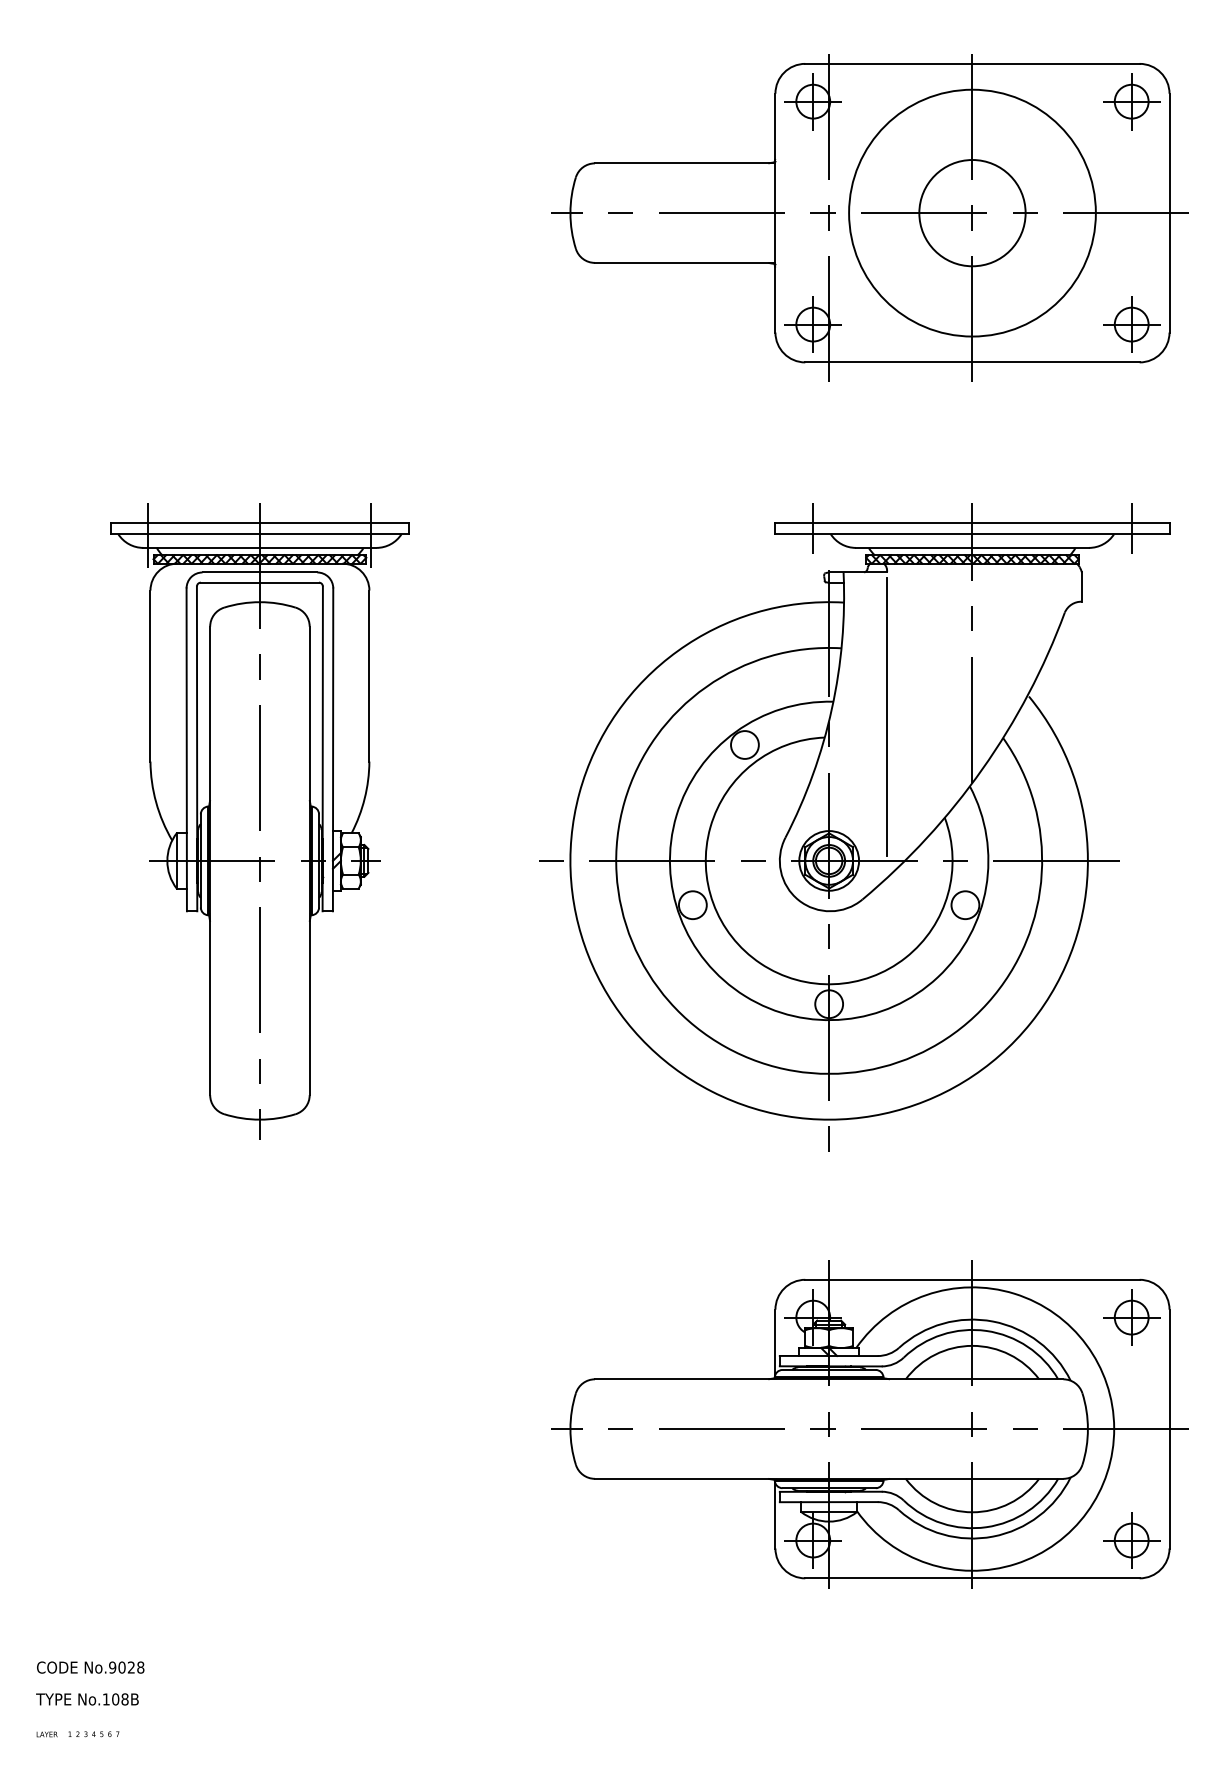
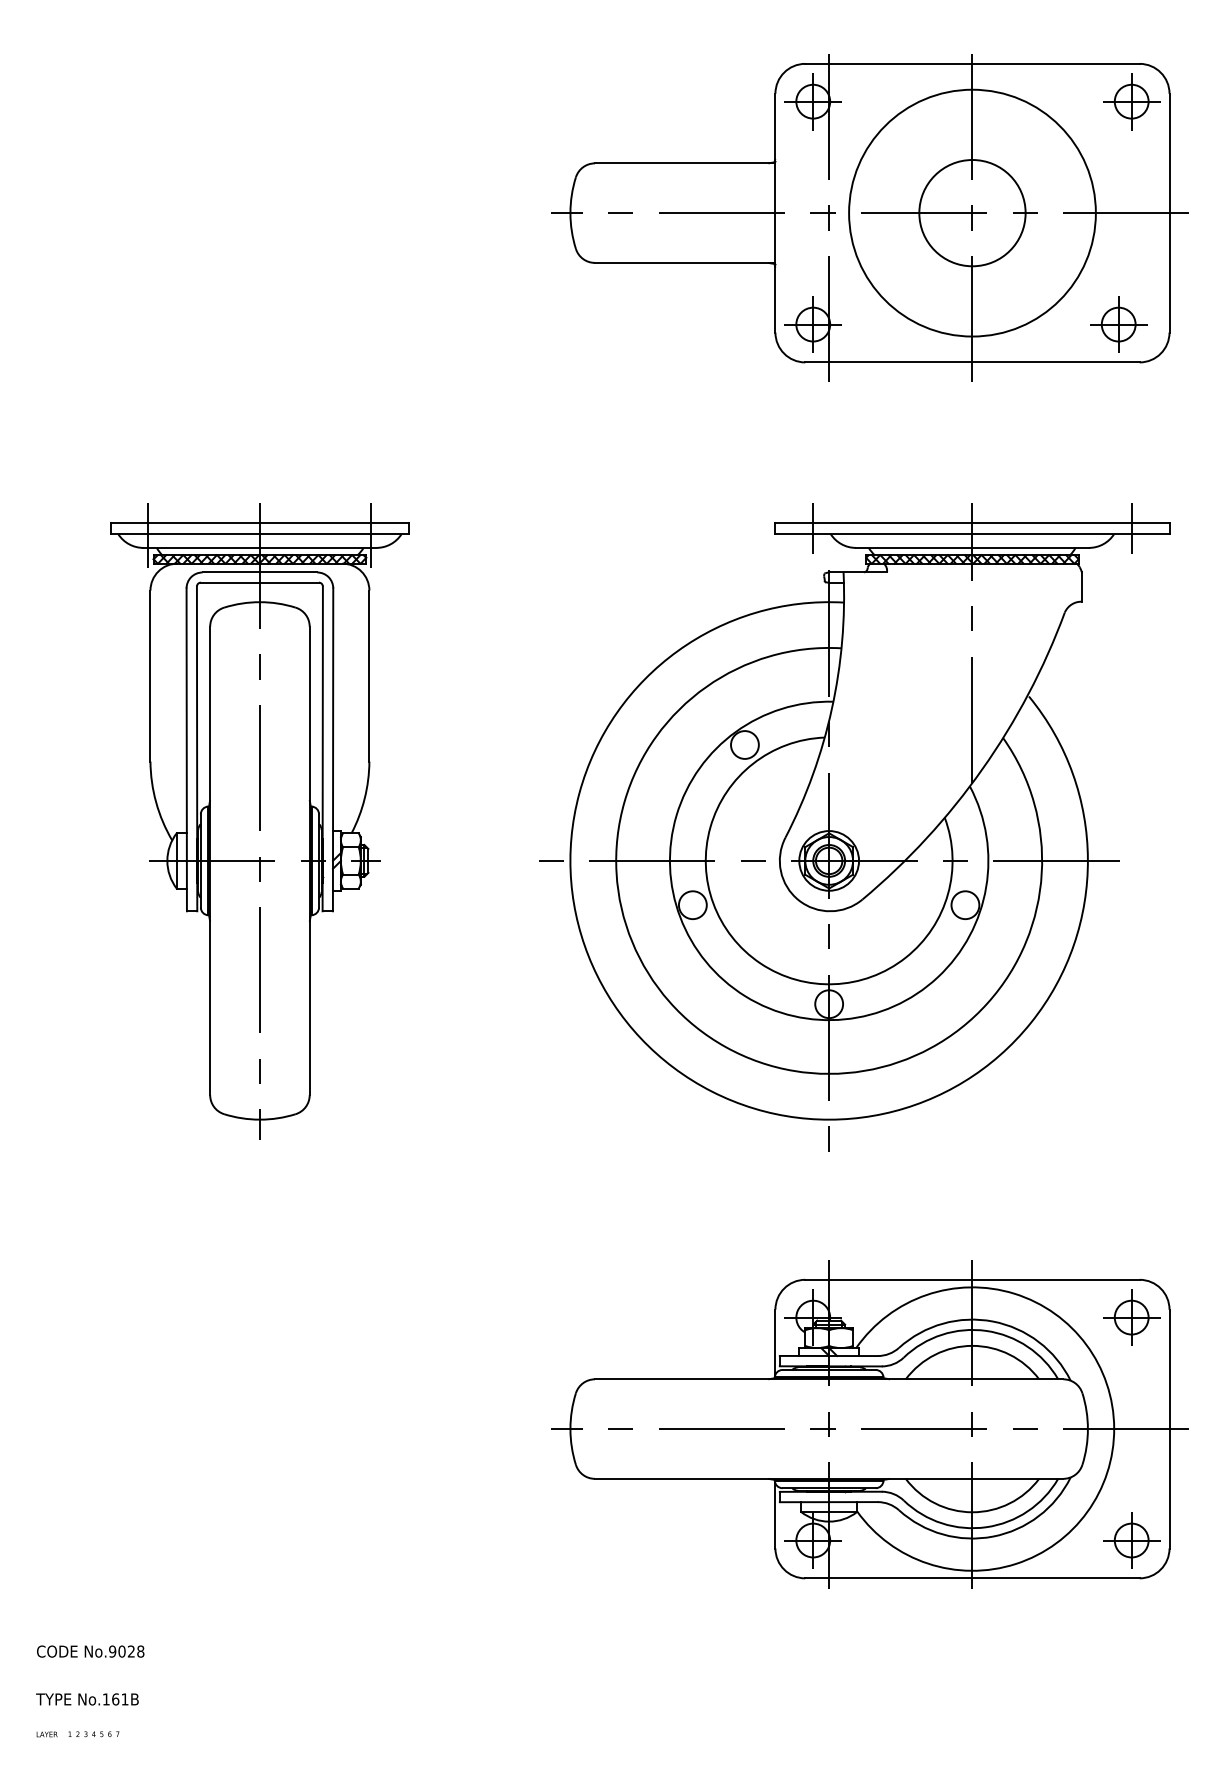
part at (1131, 324) position: (1131, 324) -> (1118, 324)
line at (886, 716): present -> none
text at (90, 1667) position: (90, 1667) -> (90, 1651)
text at (120, 1699): No.108B -> No.161B
